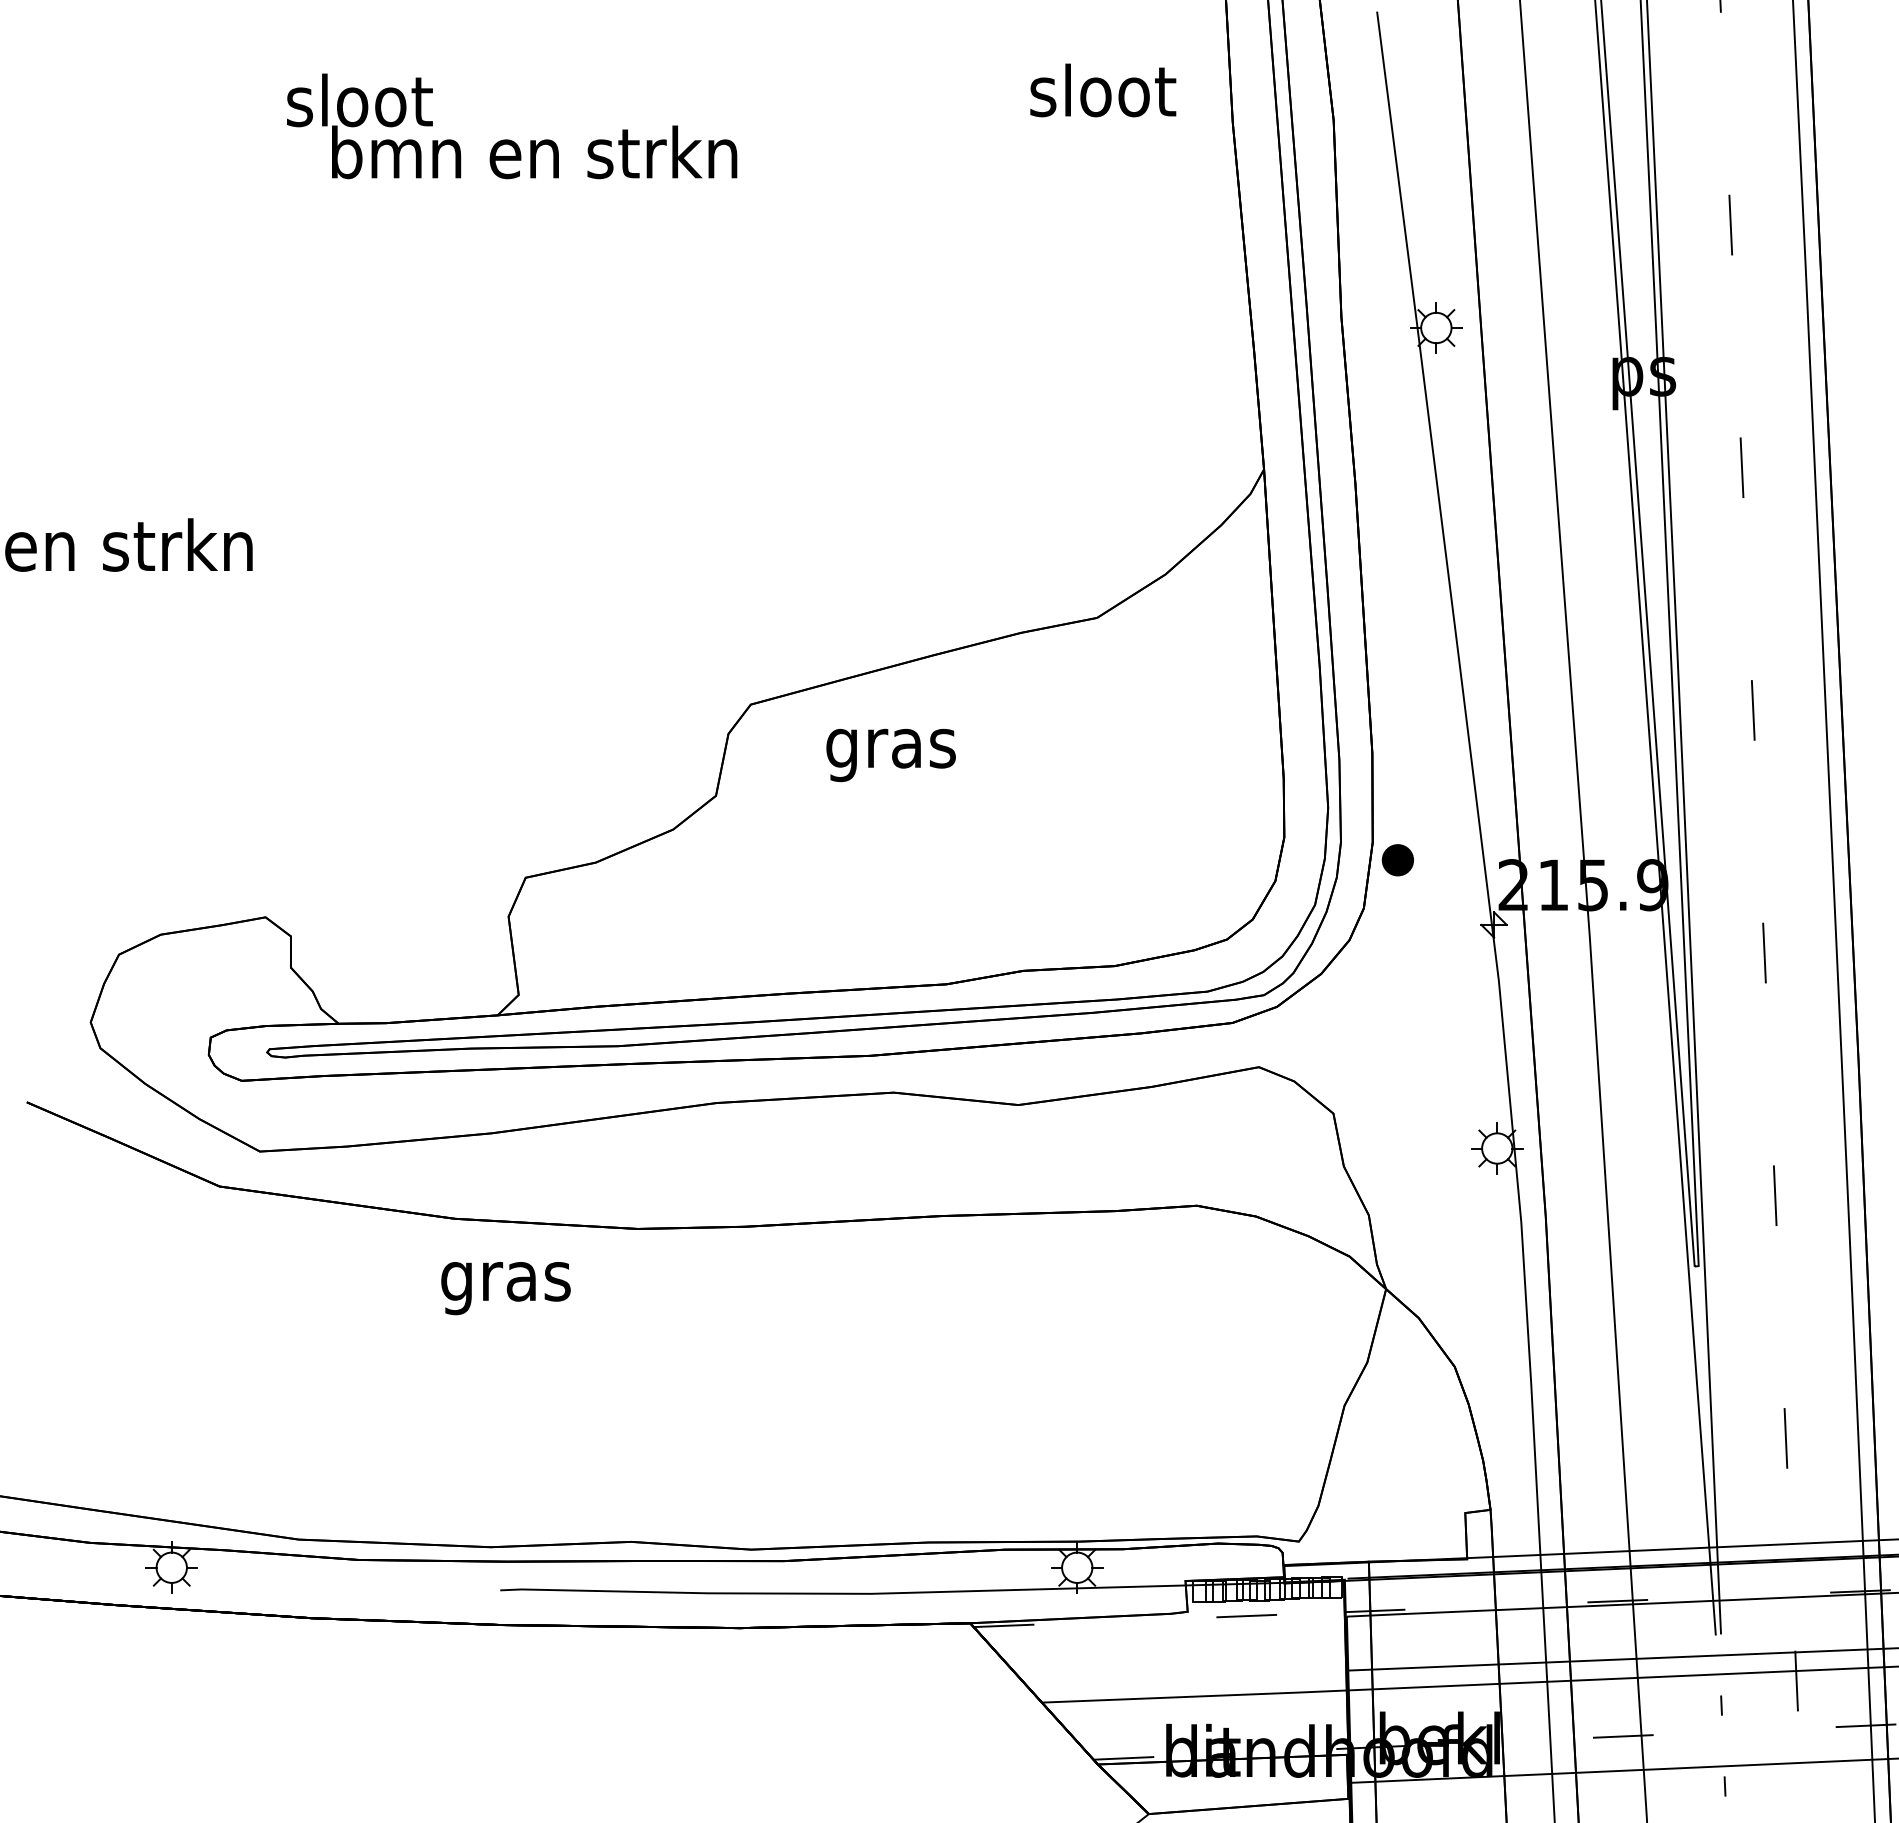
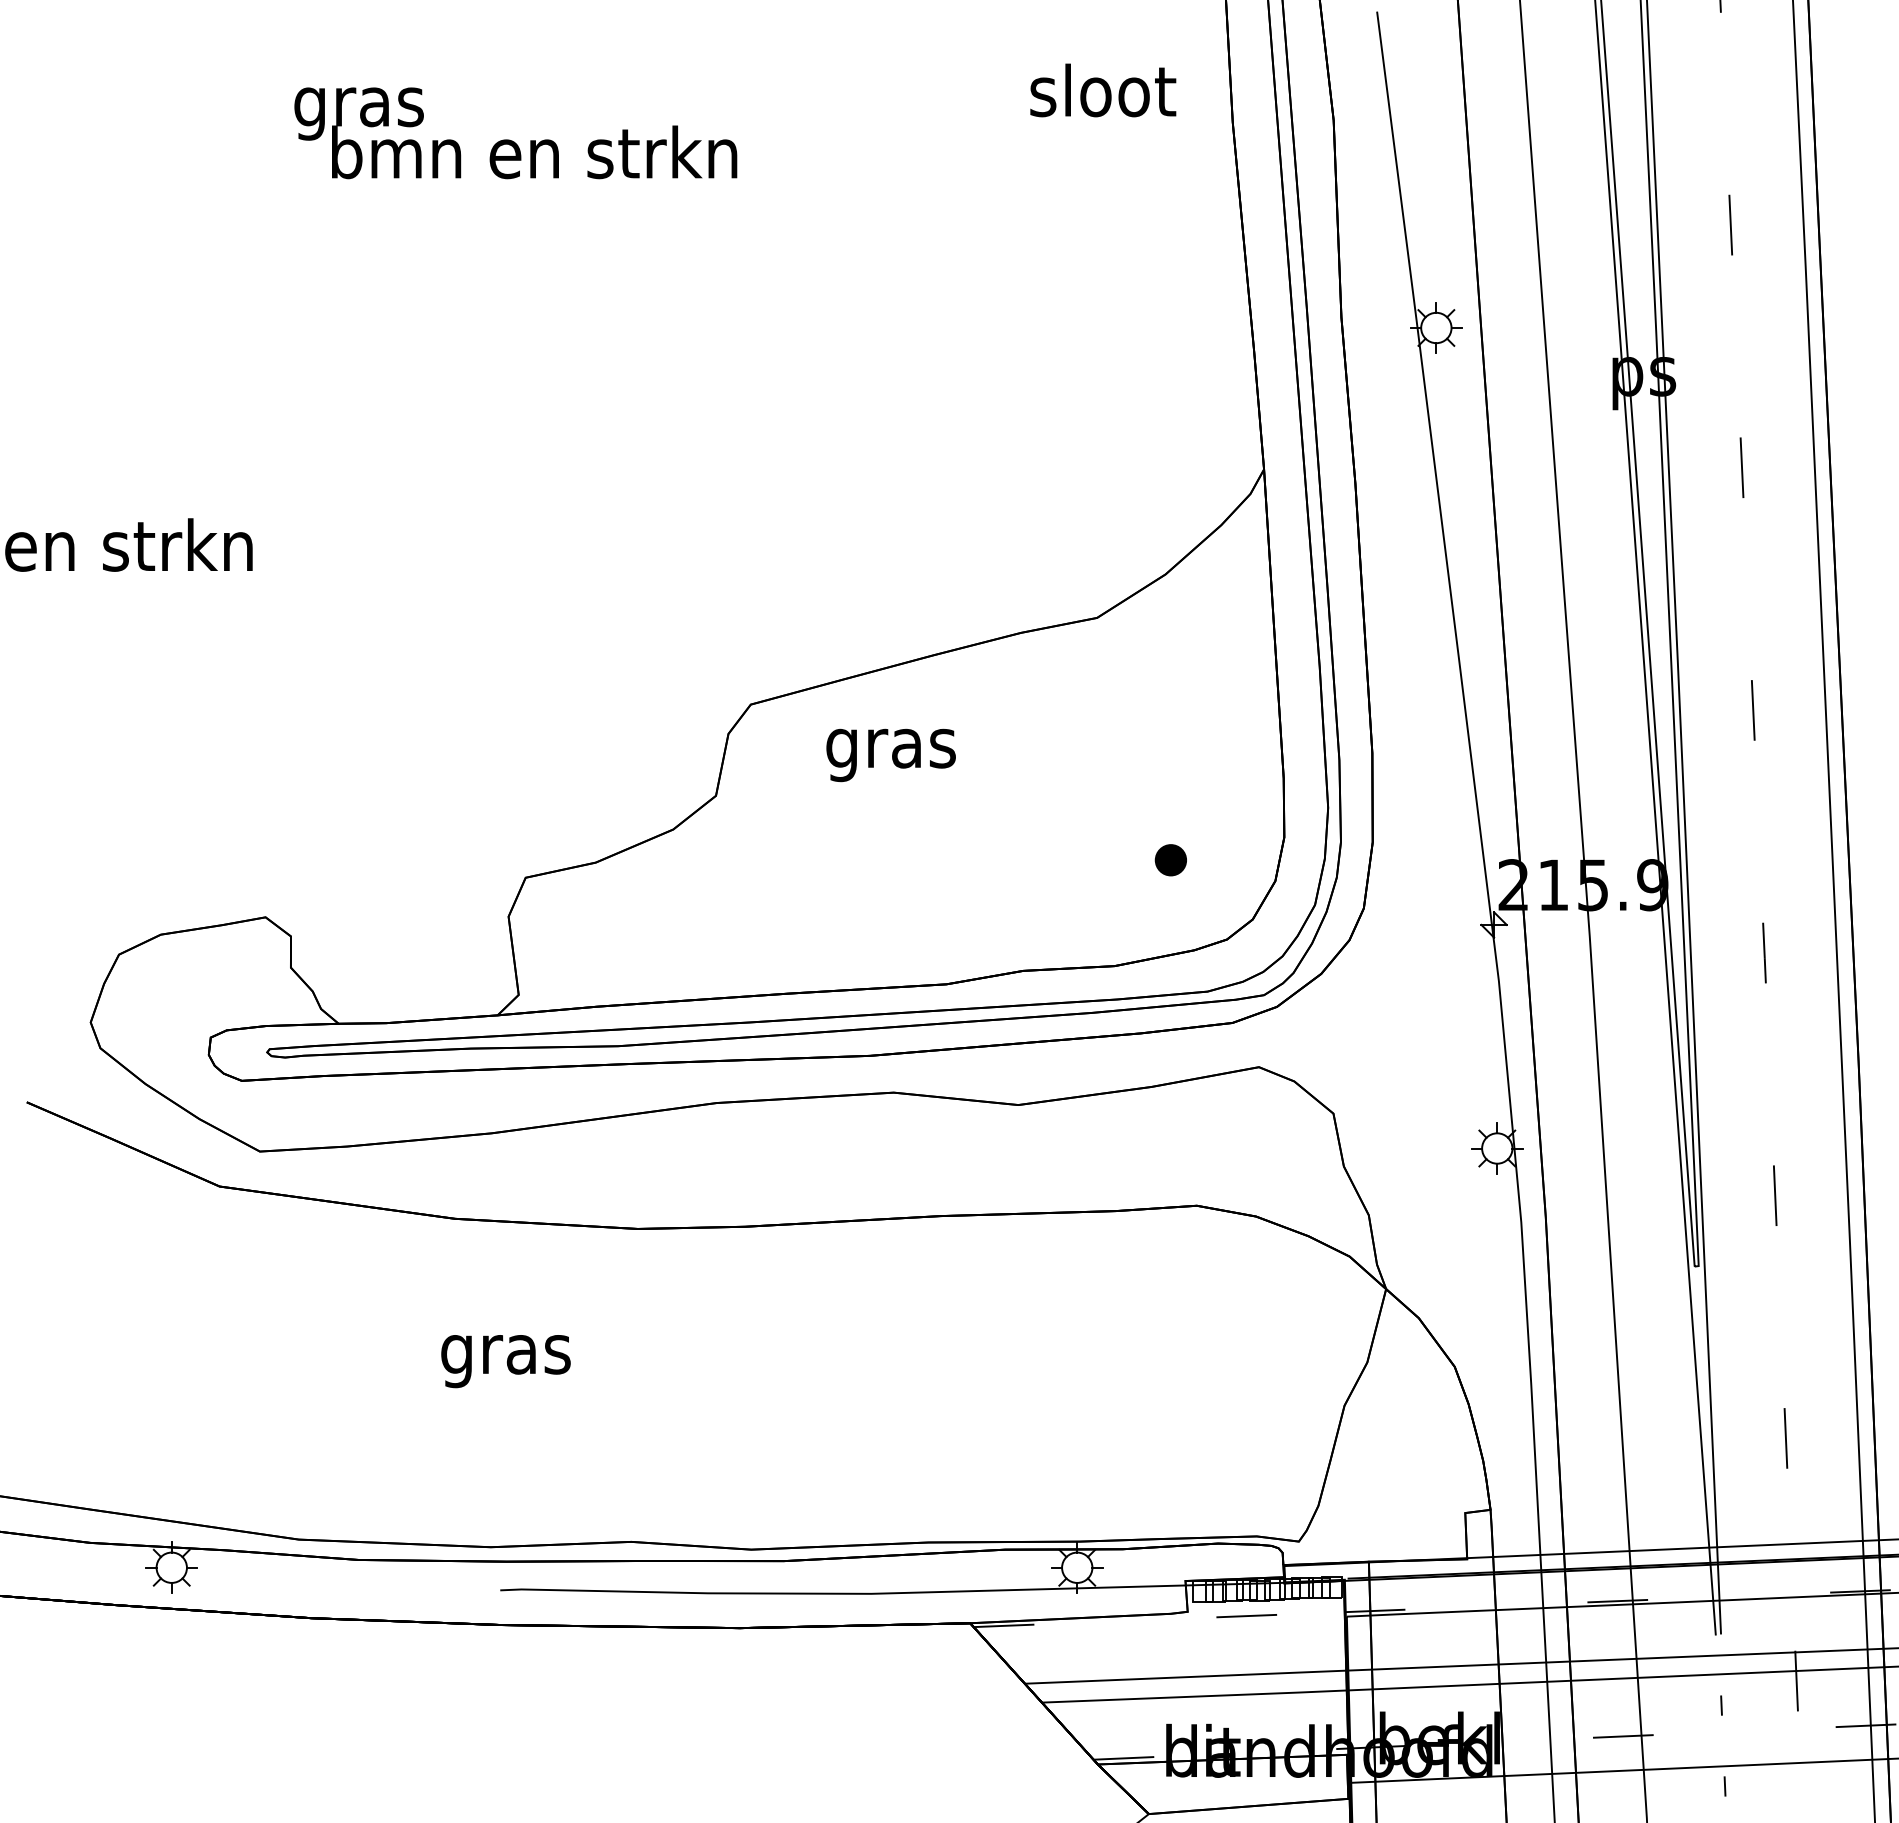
text at (359, 106): sloot -> gras
part at (1397, 860) position: (1397, 860) -> (1170, 860)
text at (505, 1288) position: (505, 1288) -> (505, 1361)
line at (1185, 1676): none -> present
